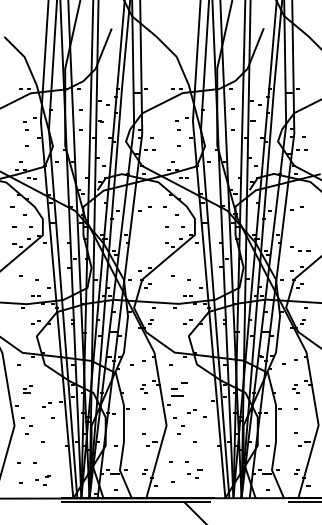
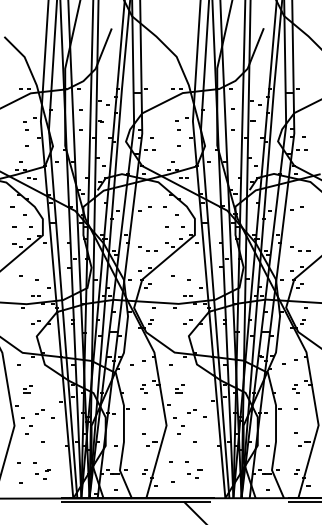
part at (147, 248): none -> present
part at (179, 389) size: 17x15 px -> 10x10 px
part at (46, 404) position: (46, 404) -> (39, 411)
part at (42, 480) position: (42, 480) -> (42, 474)
